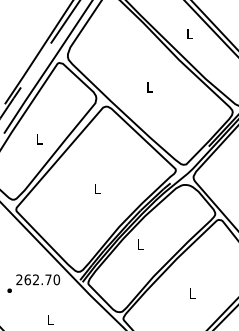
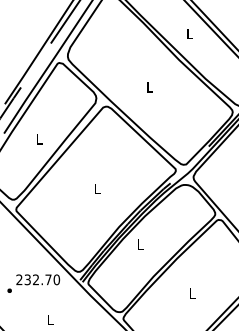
text at (27, 279): 262.70 -> 232.70
